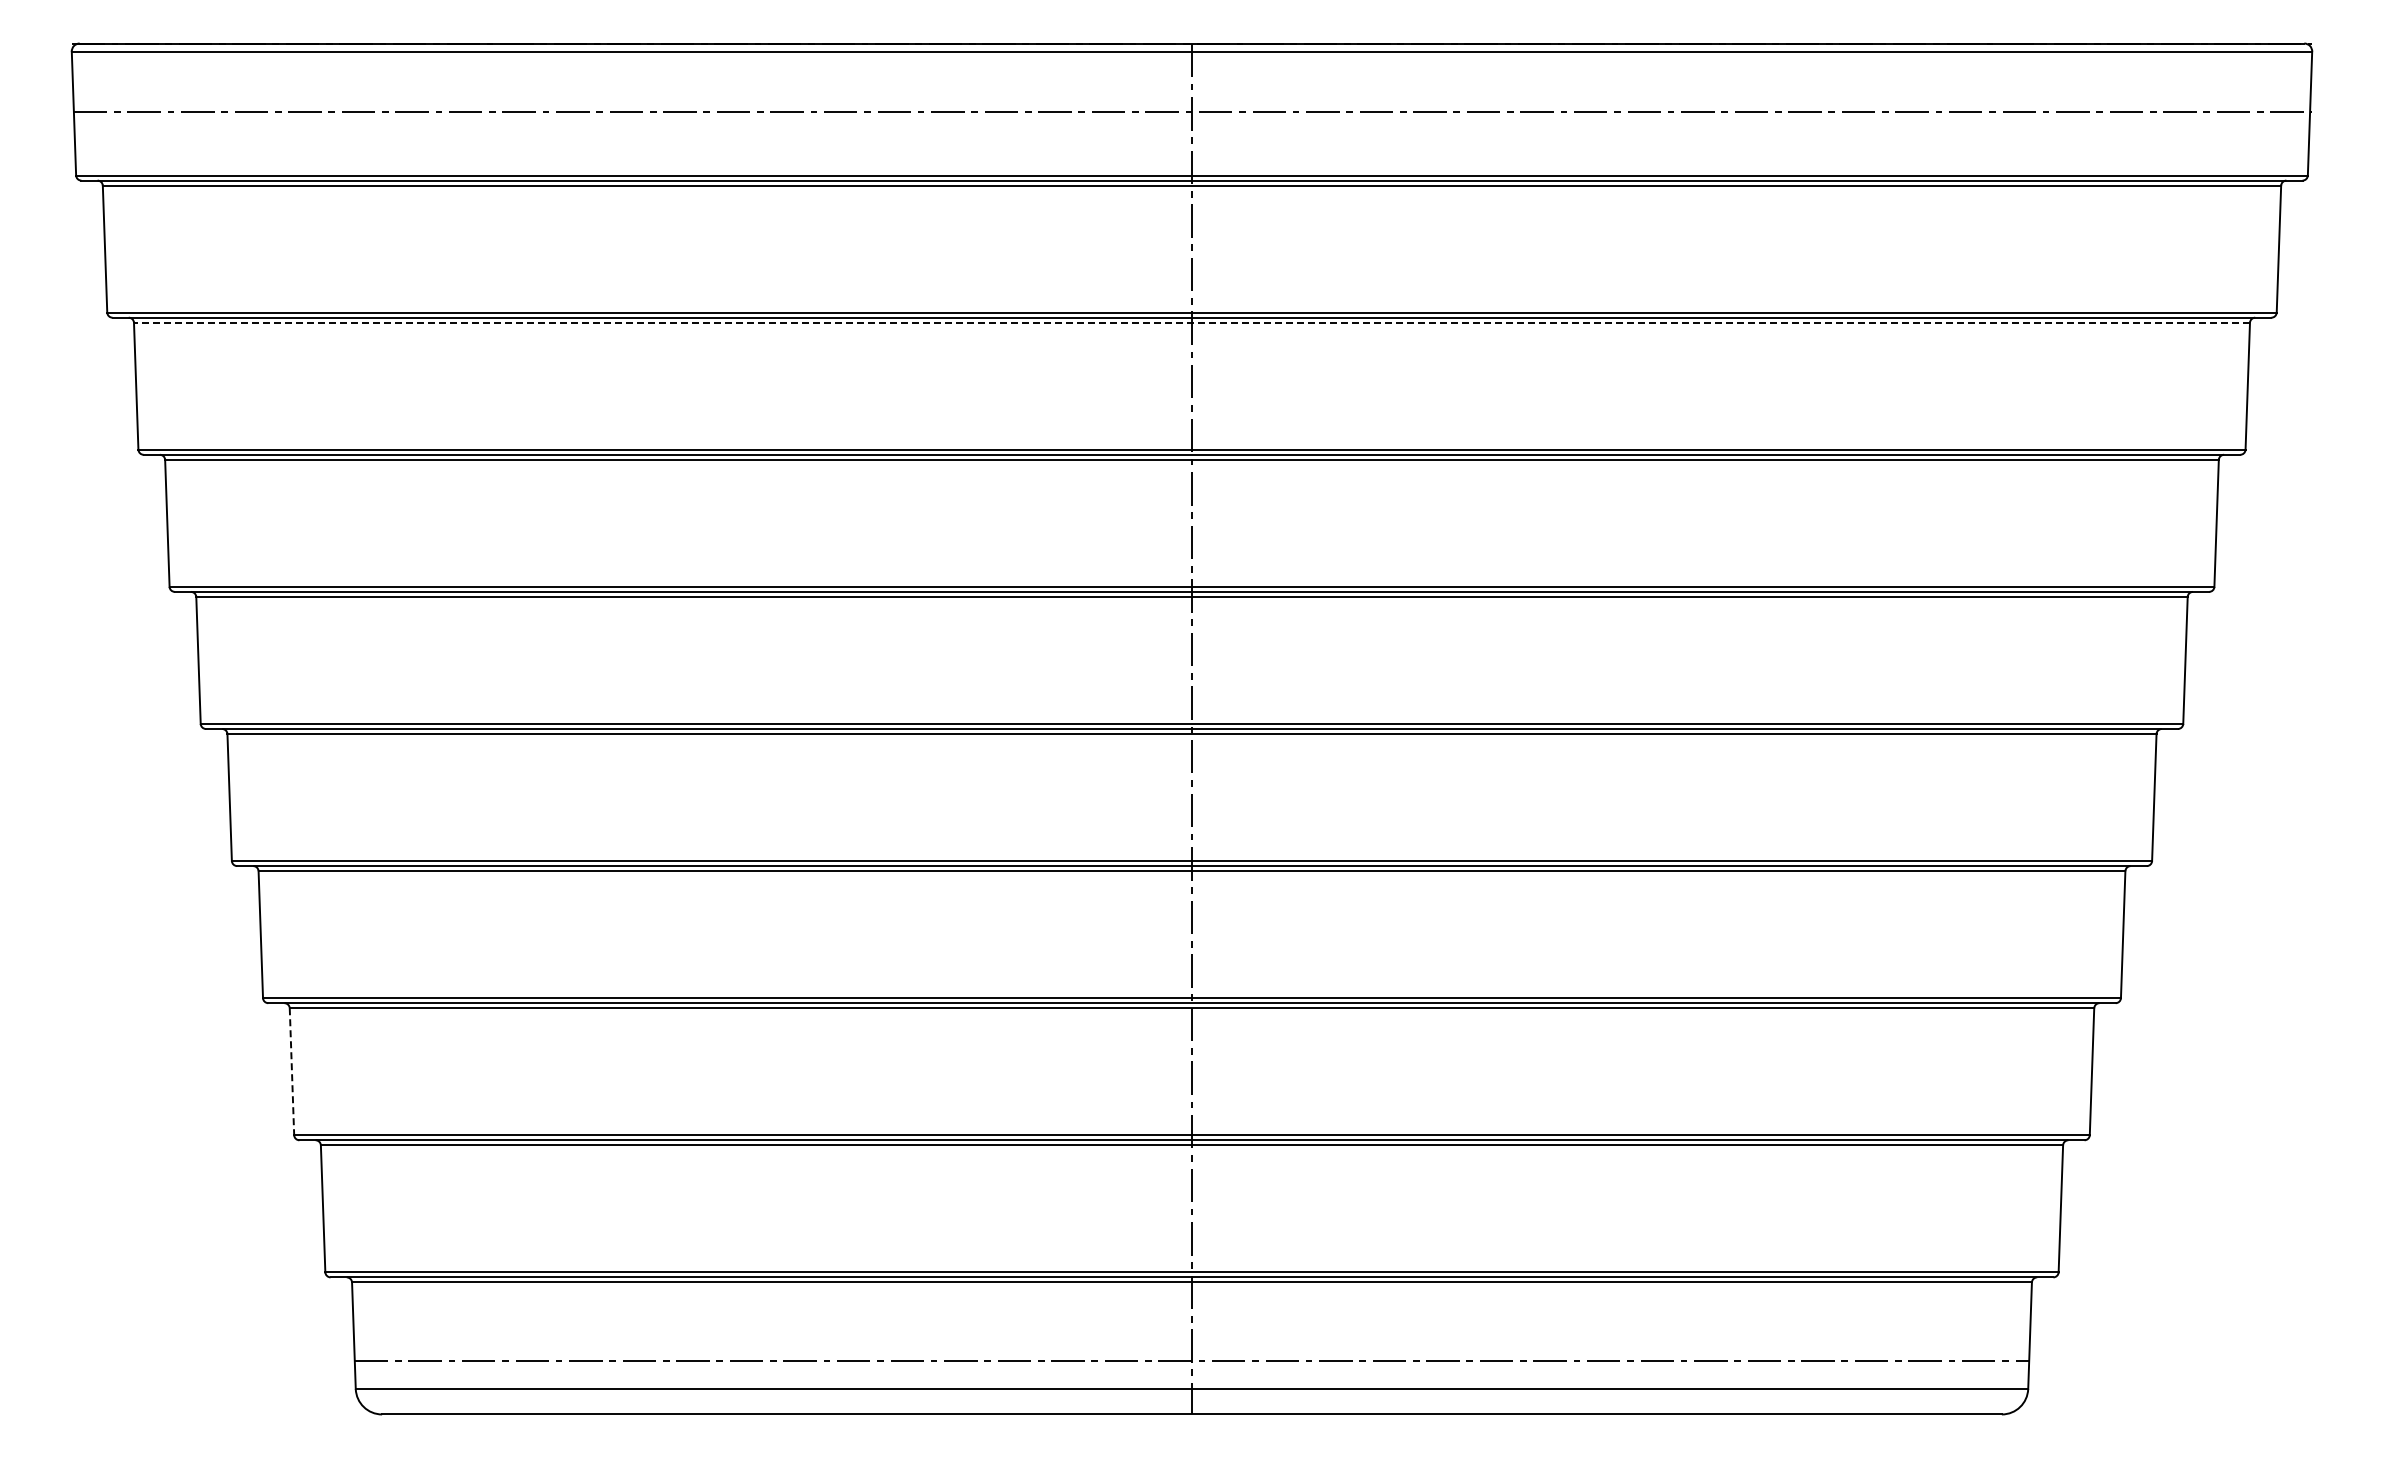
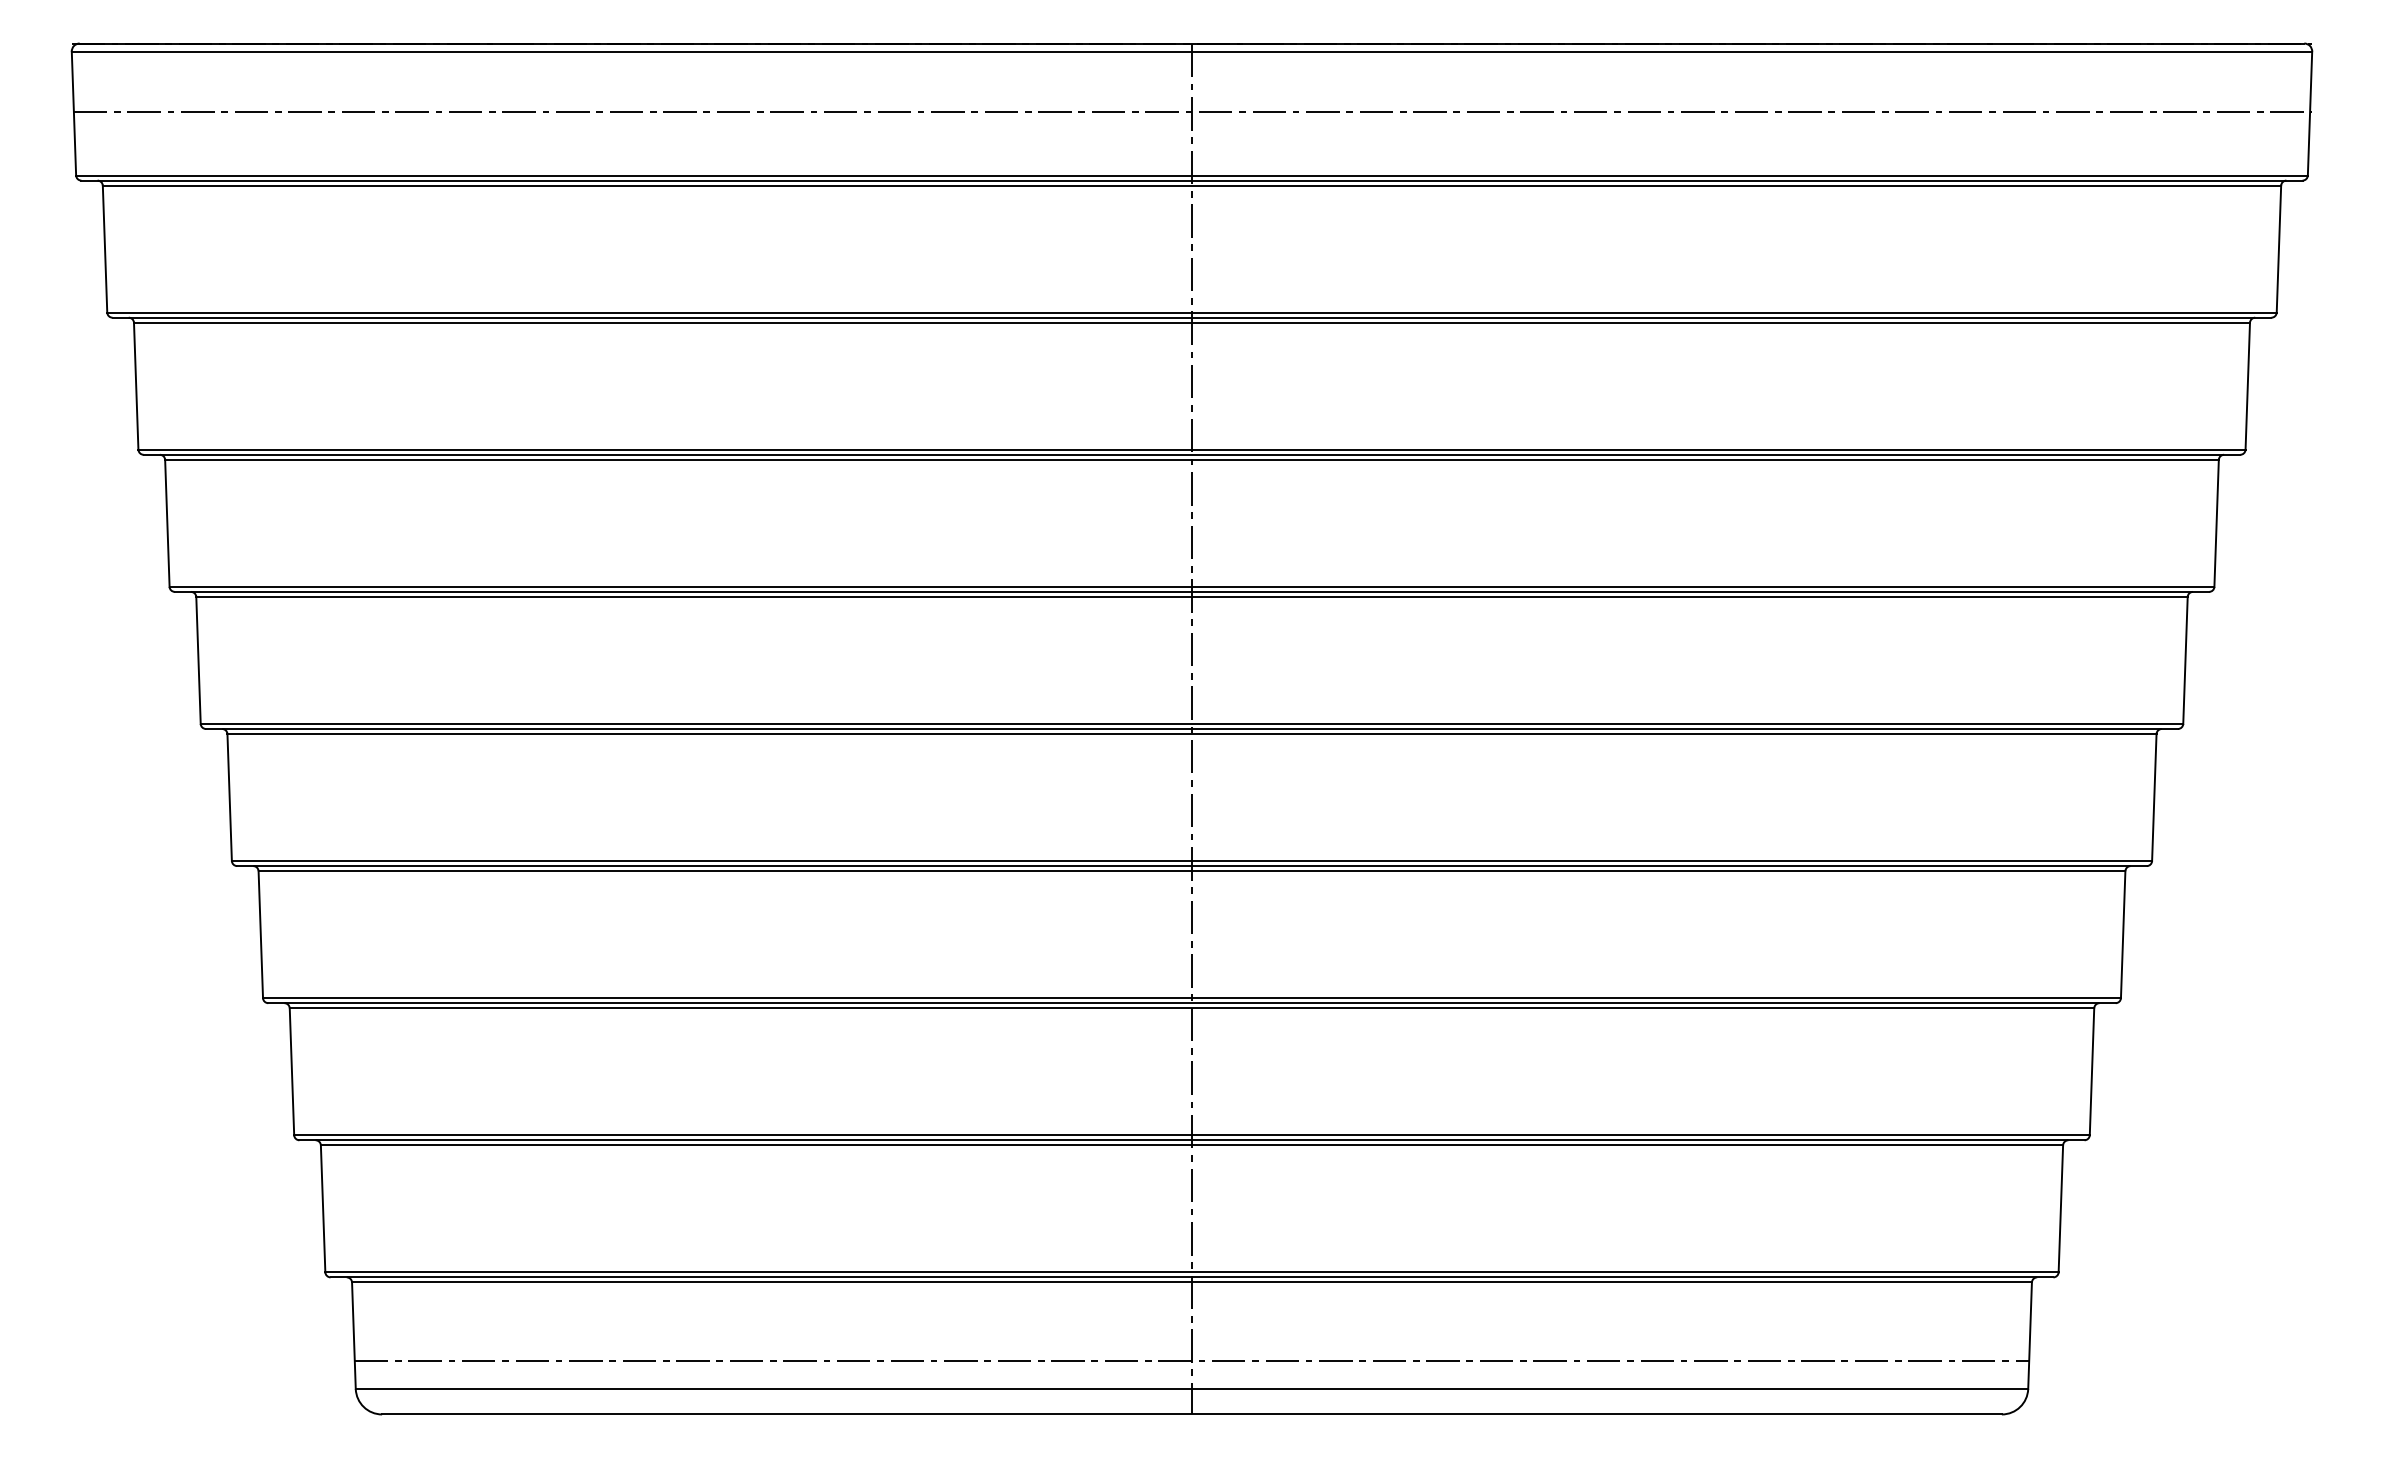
line at (1192, 322): dashed -> solid
line at (291, 1072): dashed -> solid
